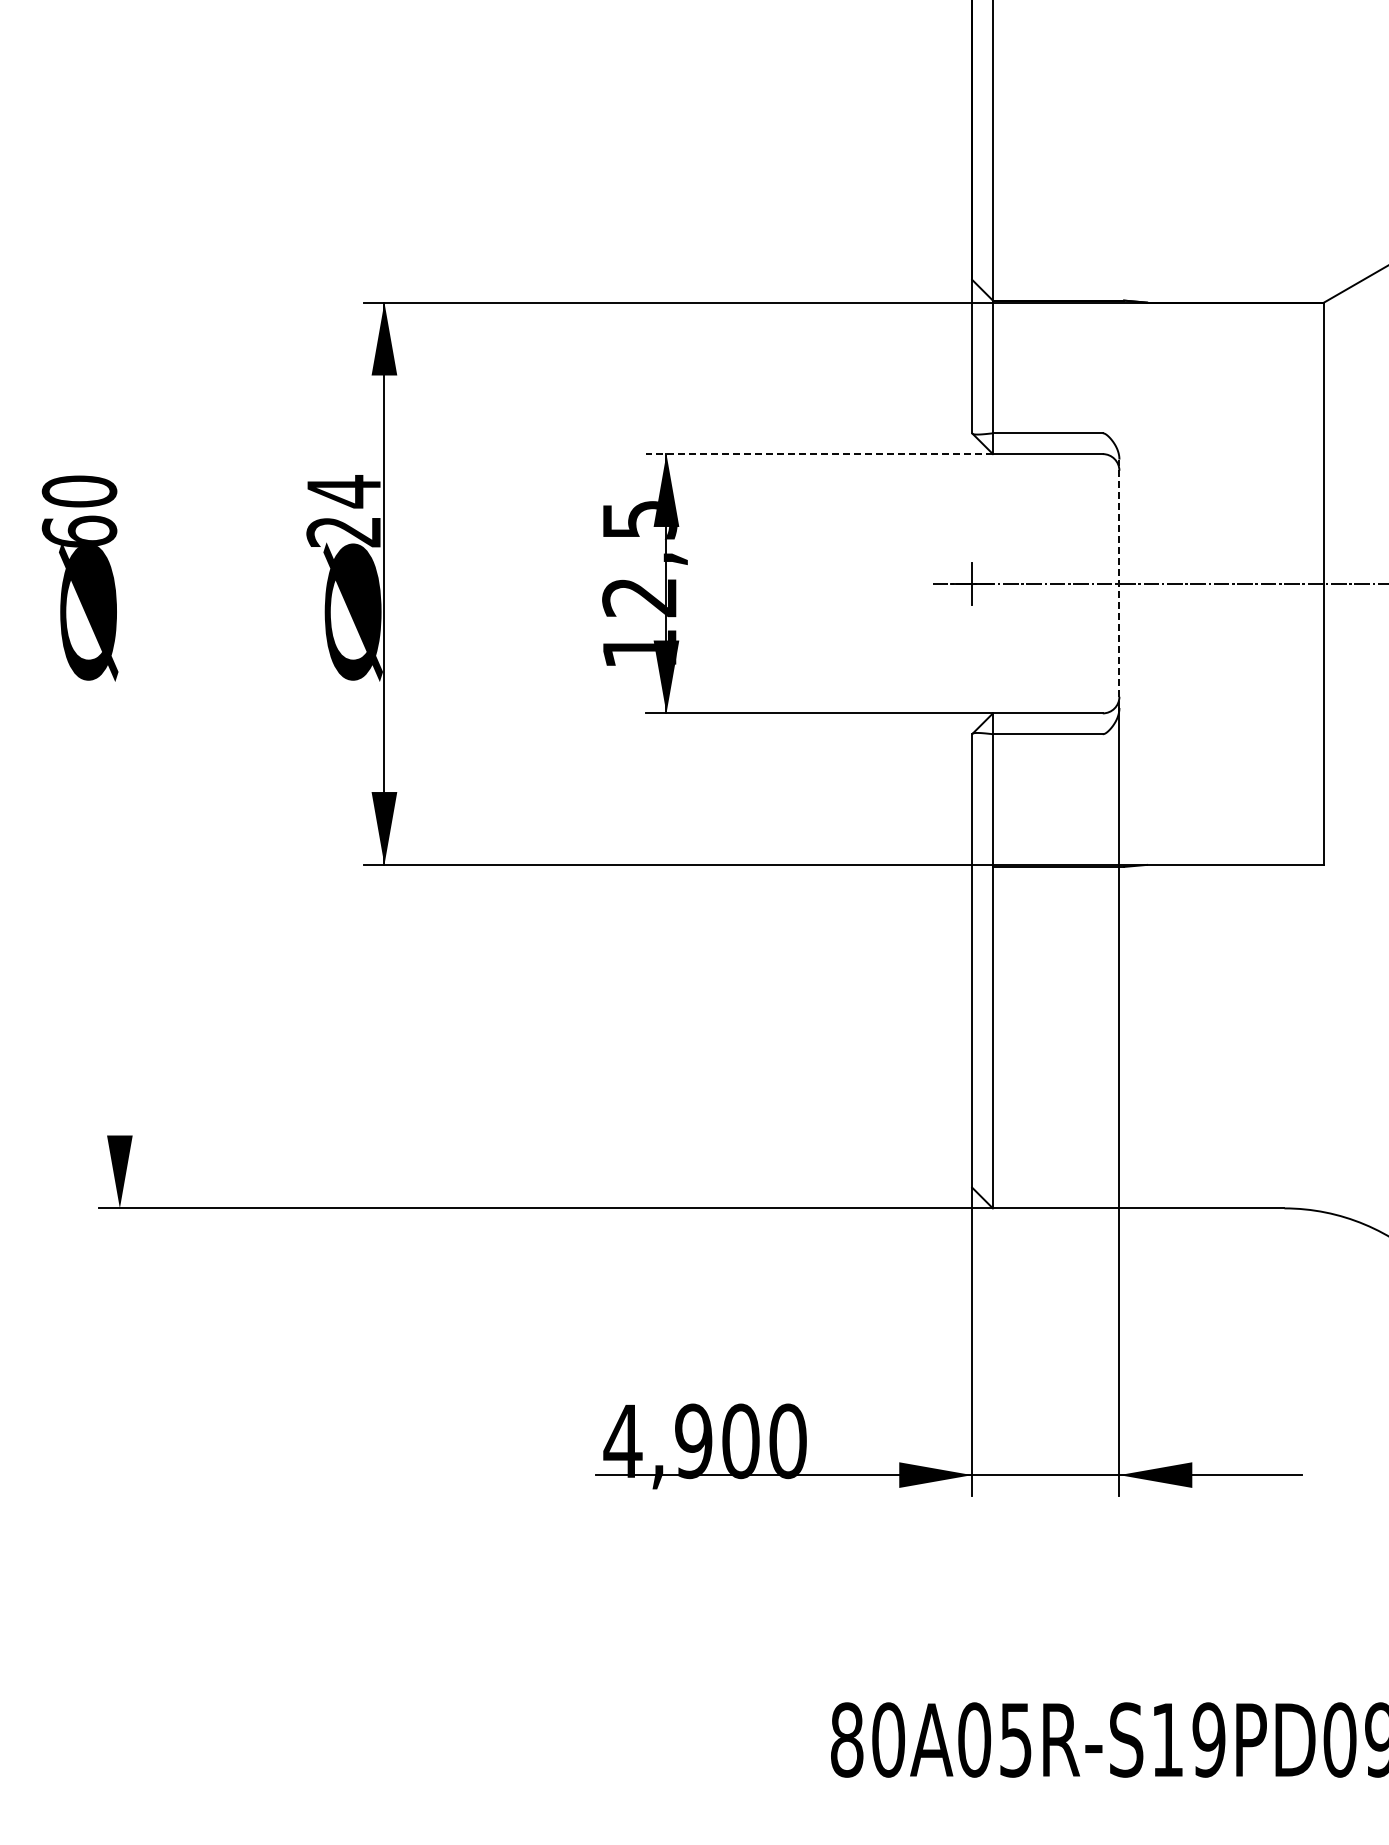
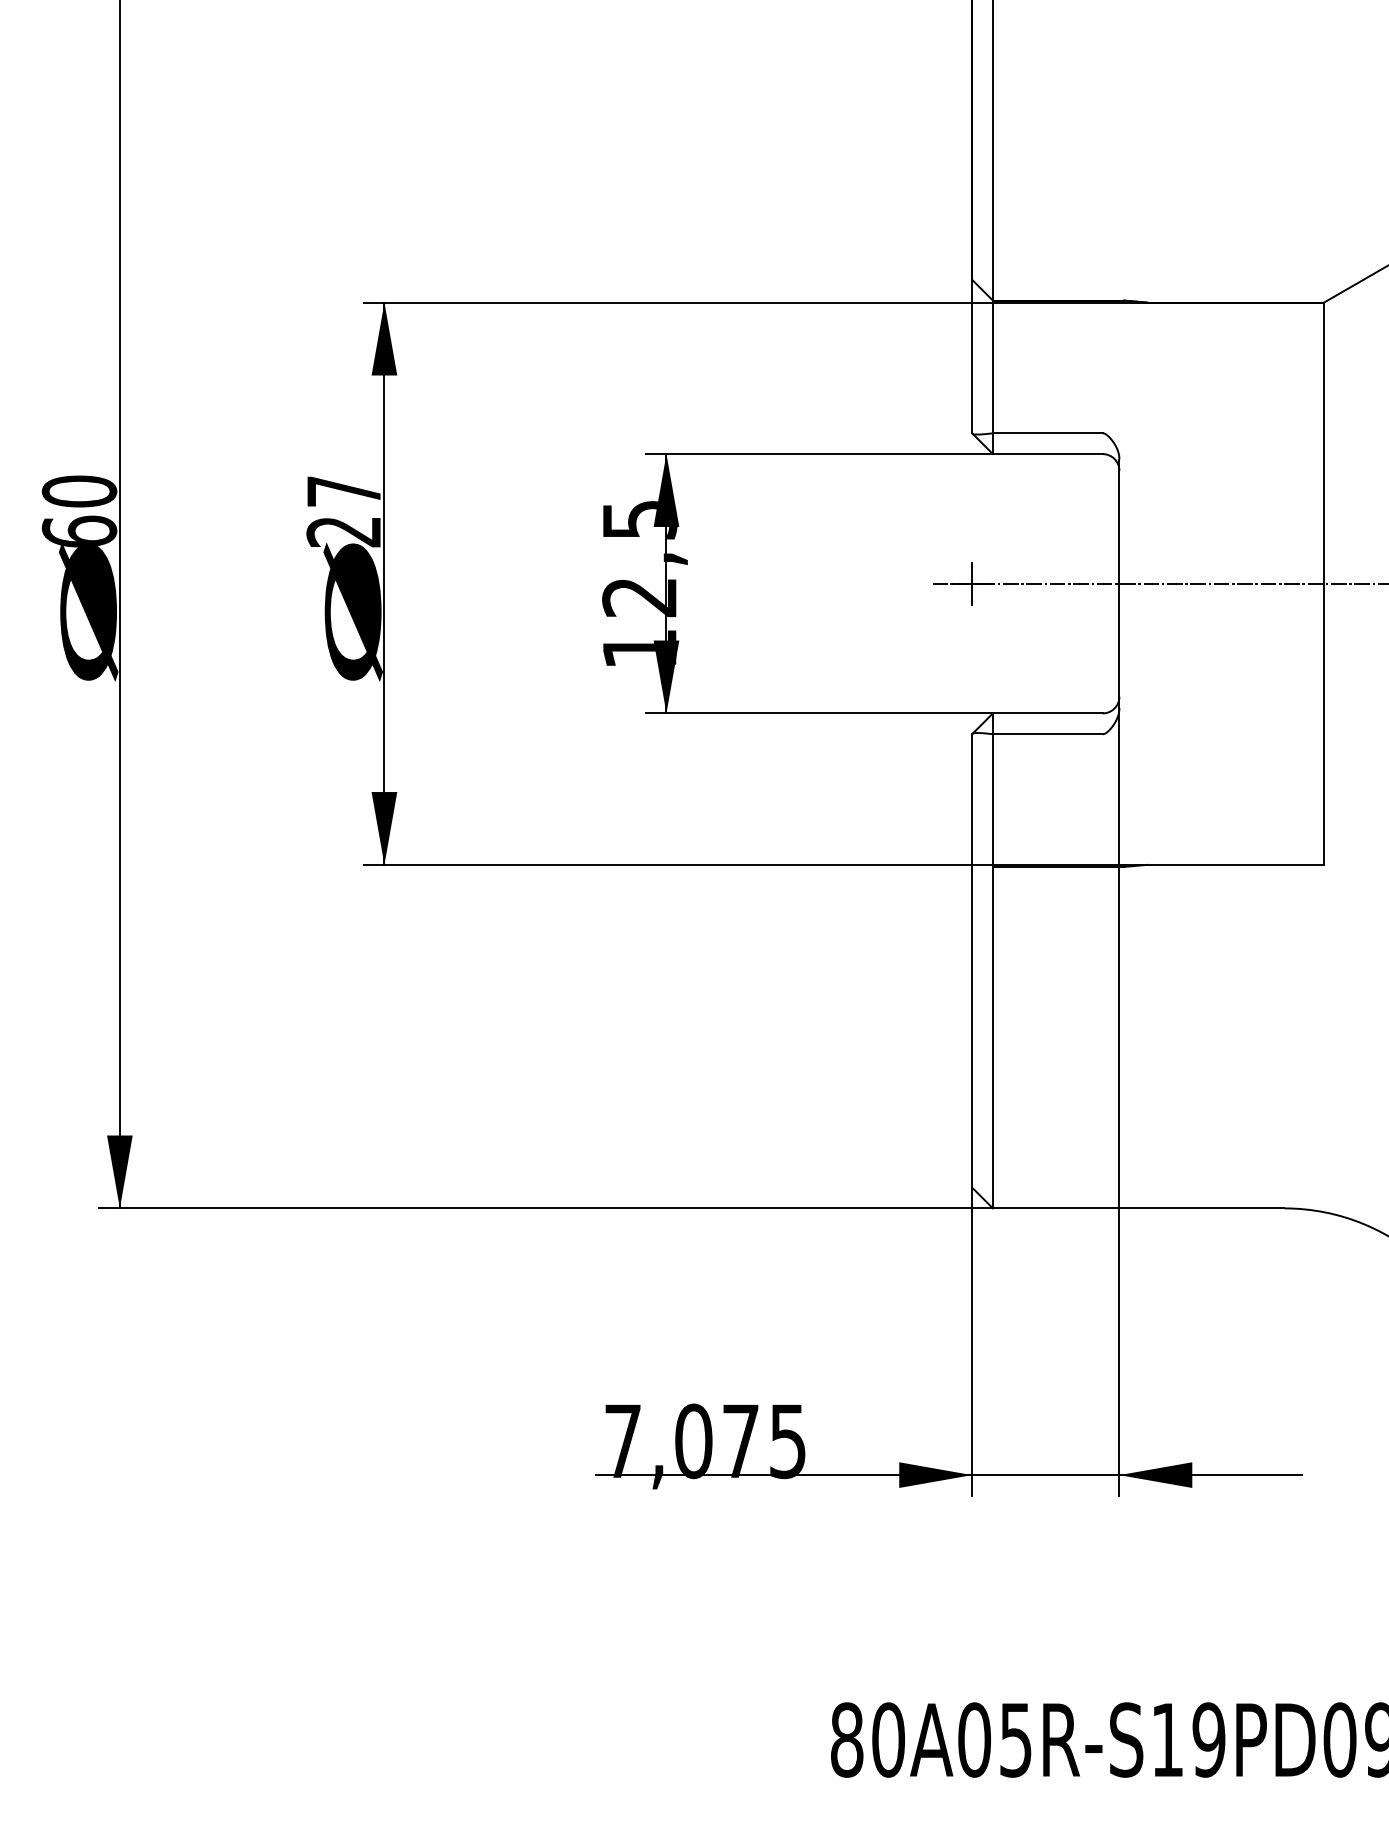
line at (819, 454): dashed -> solid
text at (343, 491): 24 -> 27
line at (1119, 583): dashed -> solid
line at (119, 605): none -> present
text at (704, 1441): 4,900 -> 7,075
